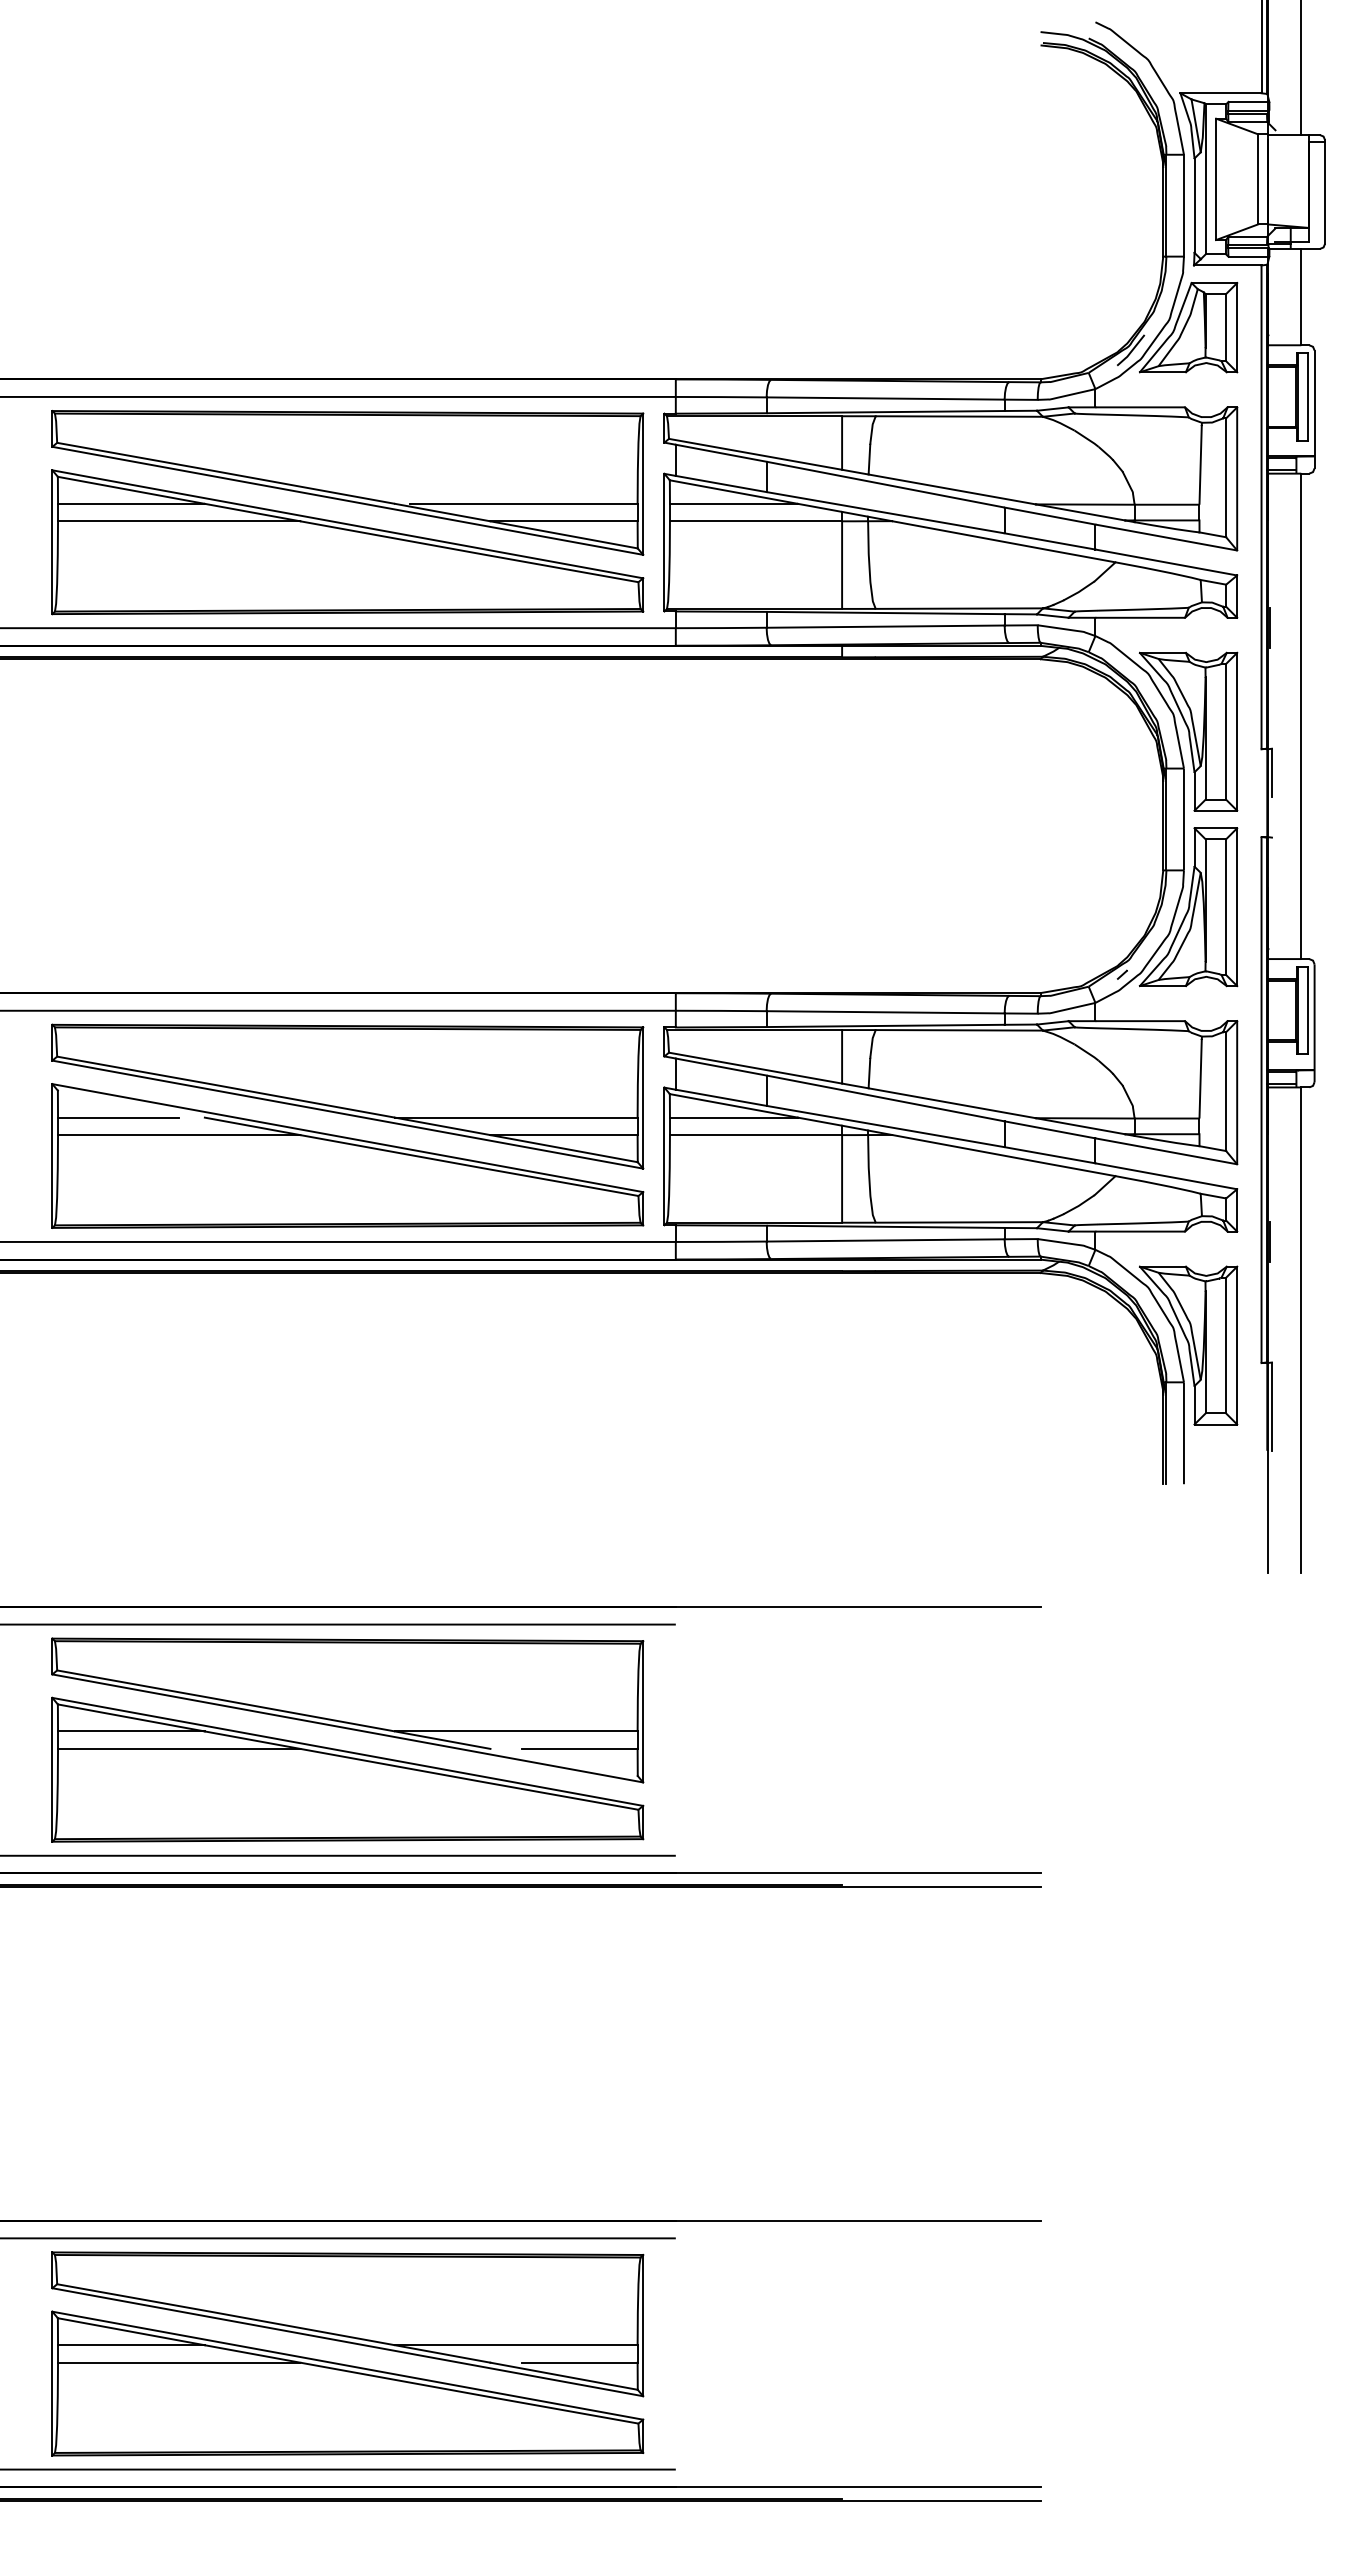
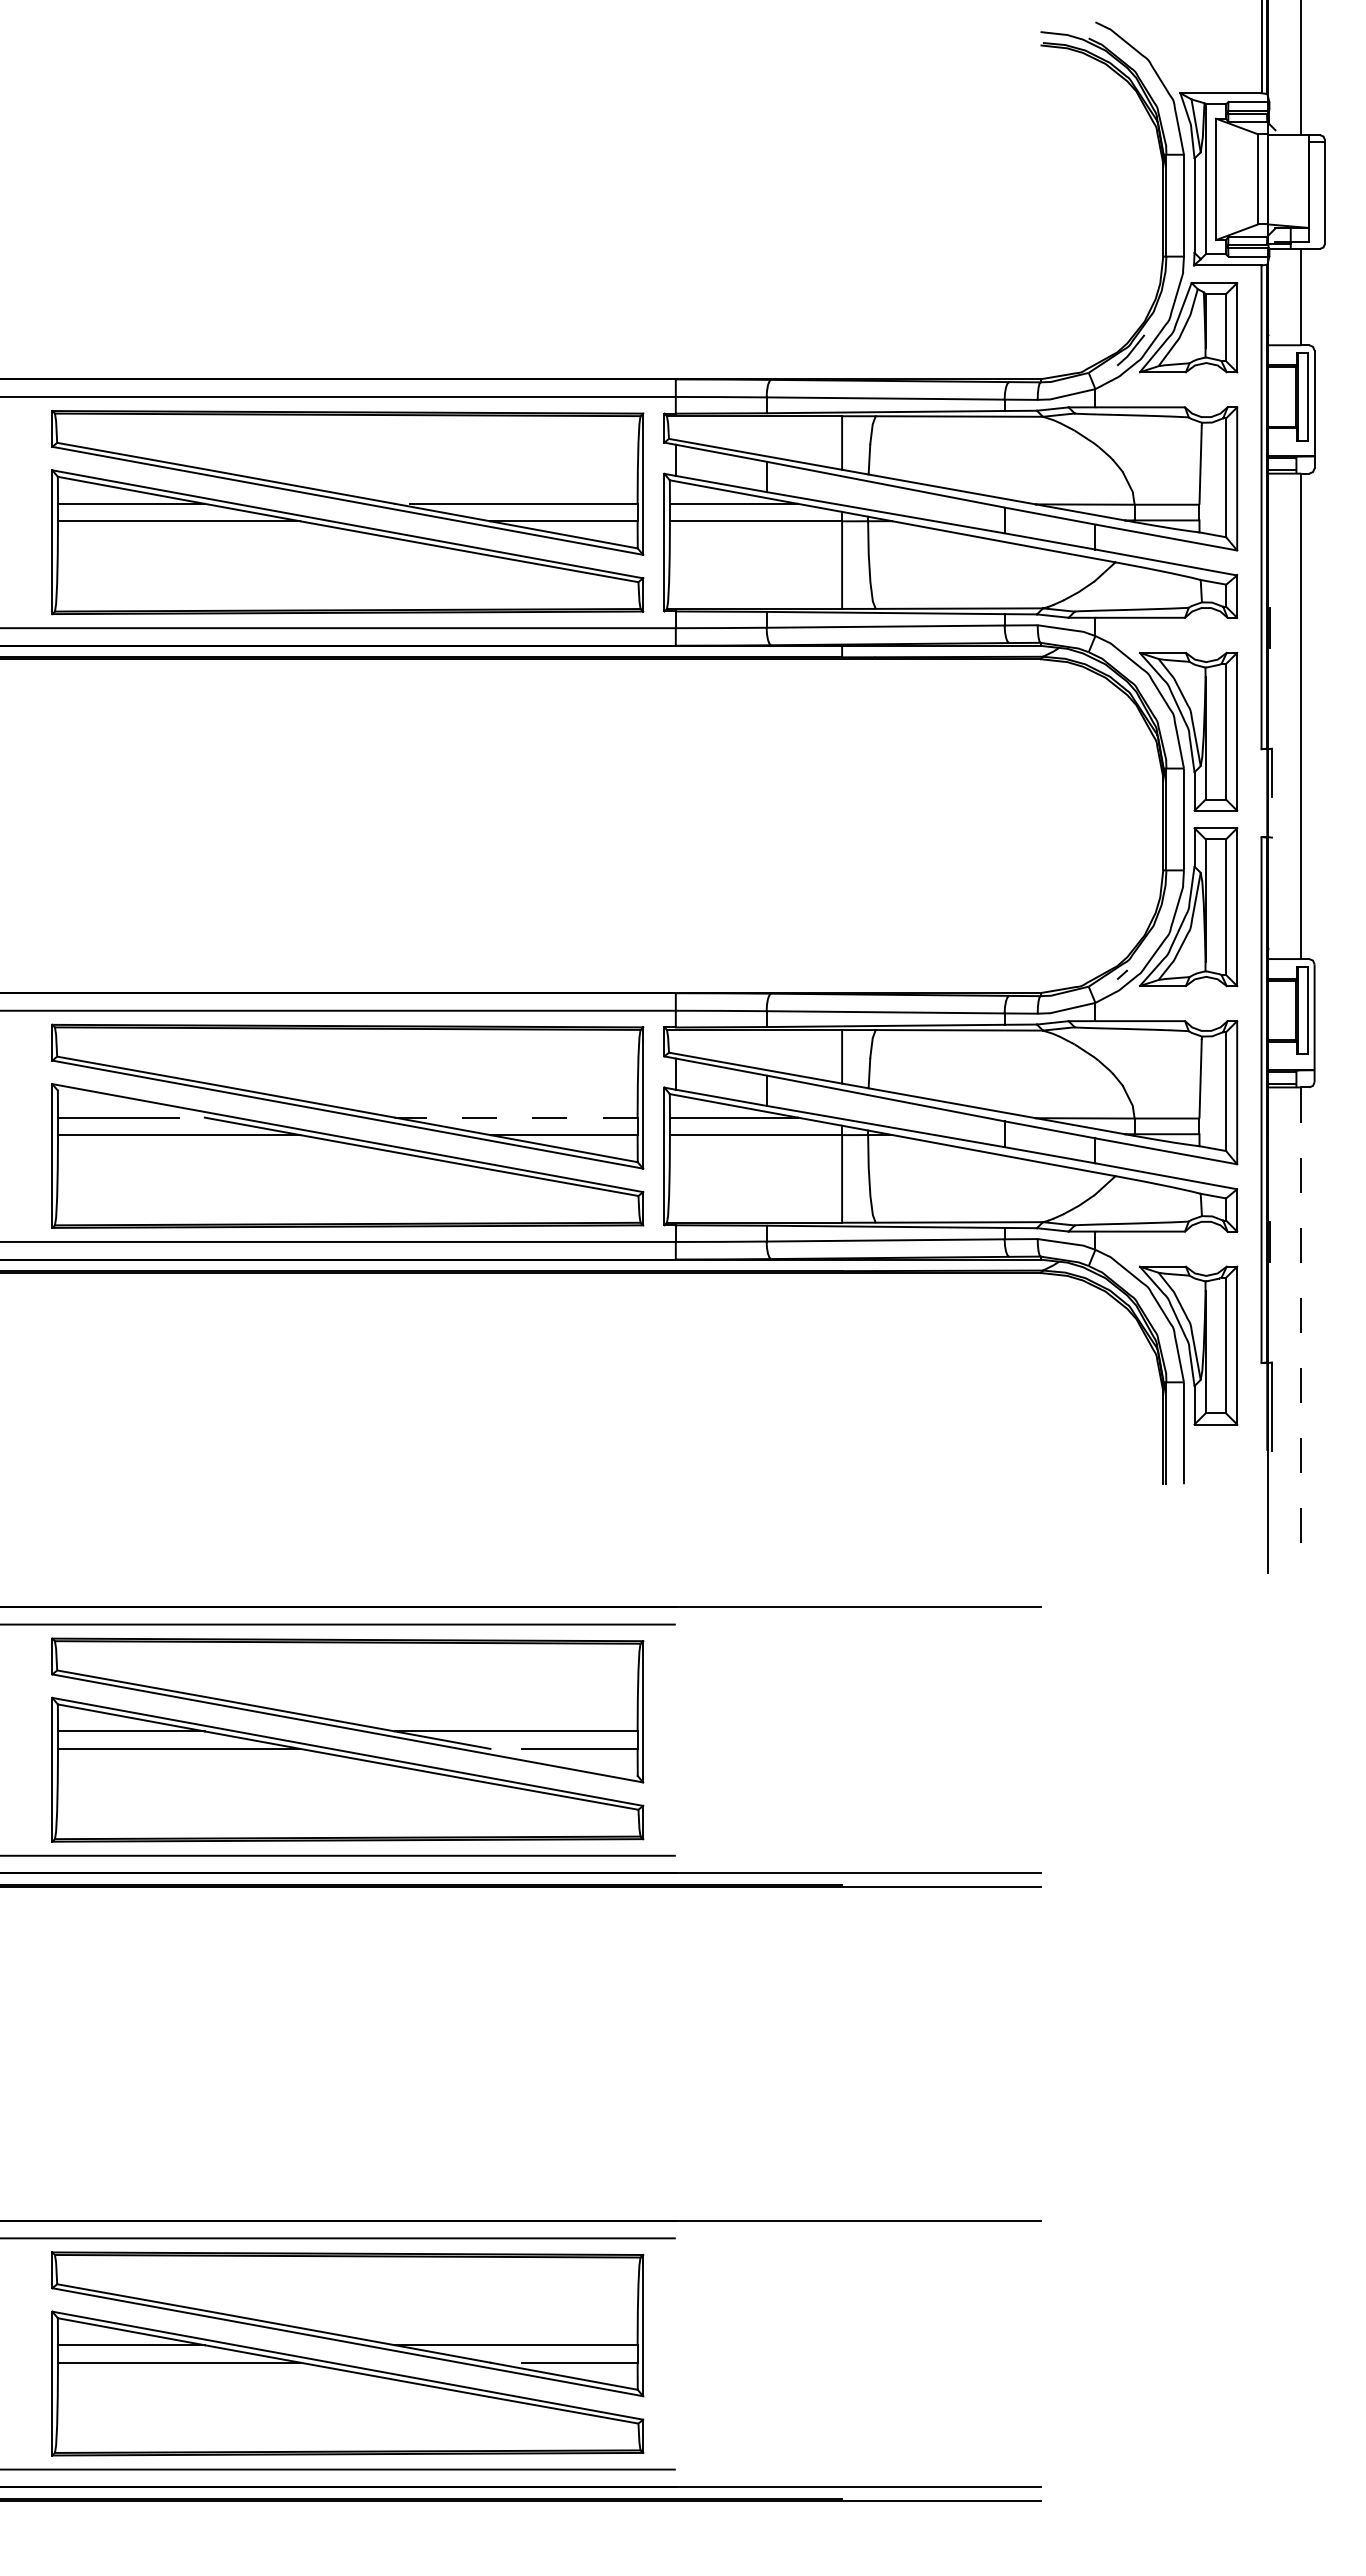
line at (515, 1117): solid -> dashed
line at (1301, 1330): solid -> dashed
